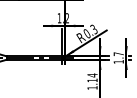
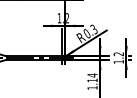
text at (118, 54): 1.7 -> 1.2
